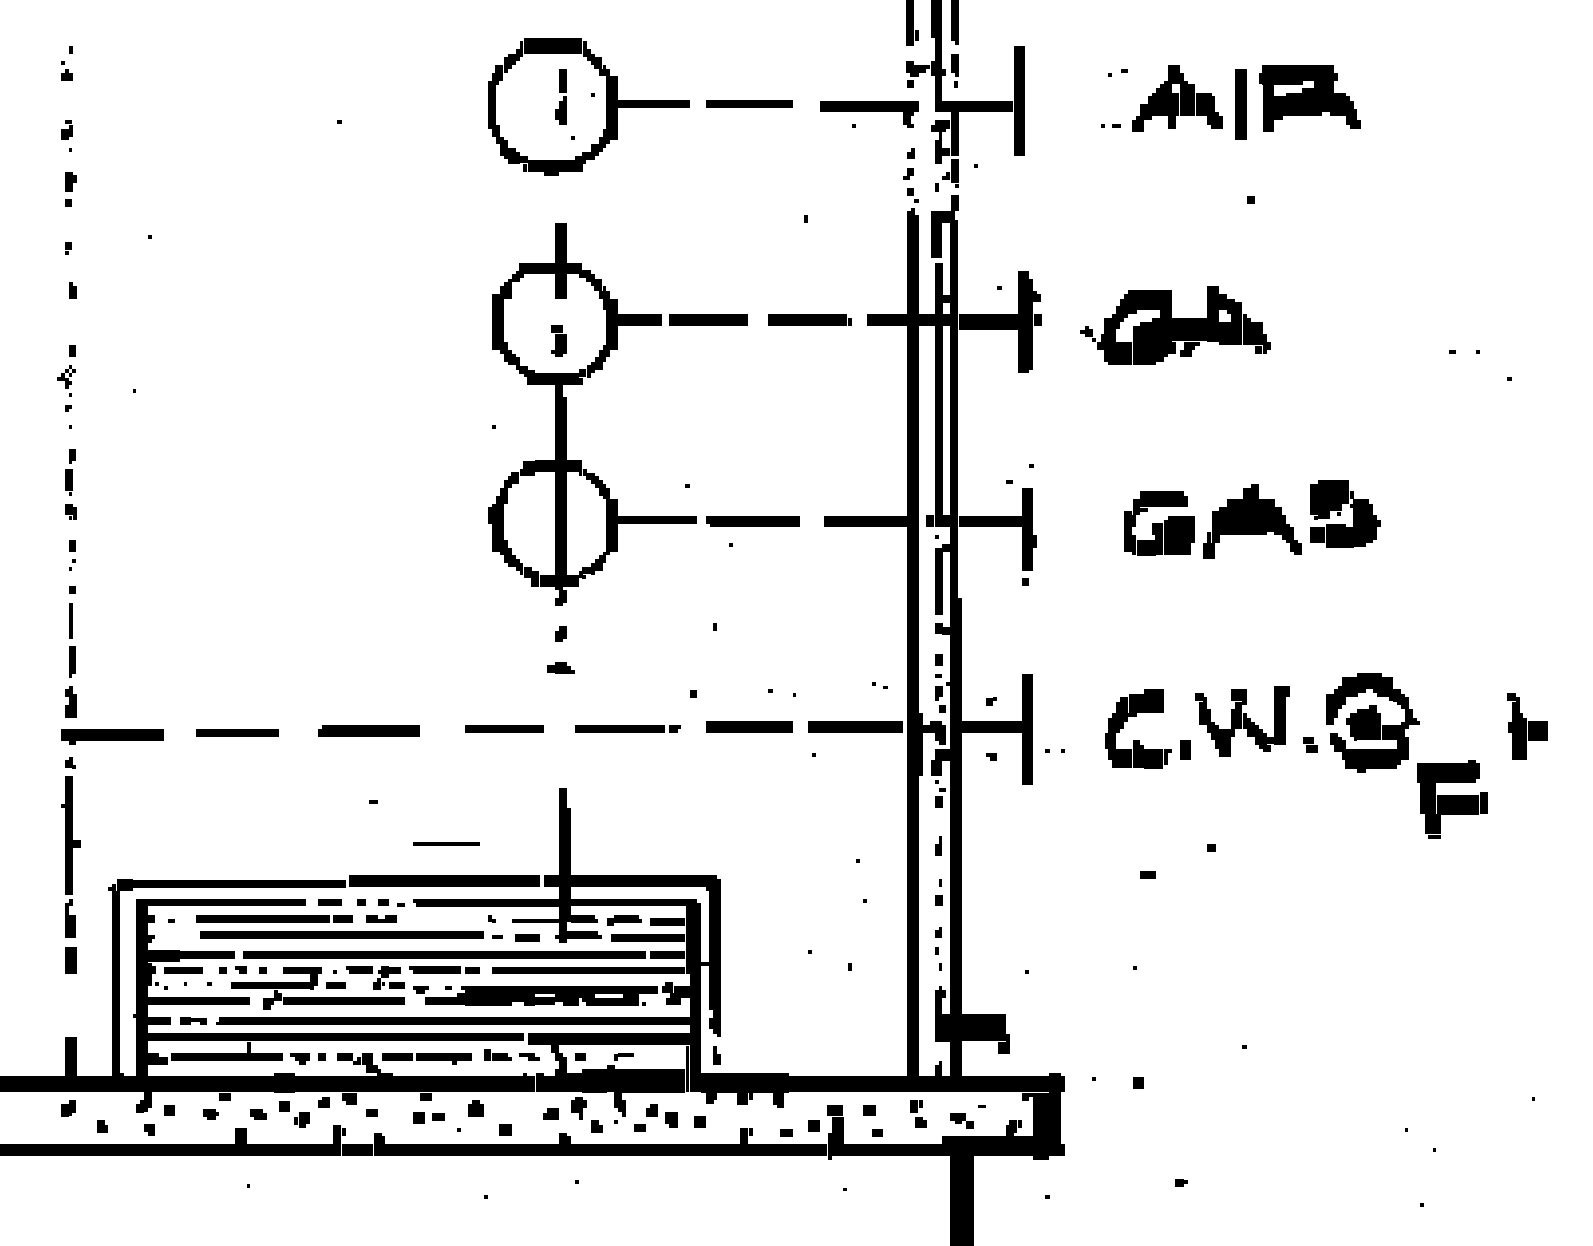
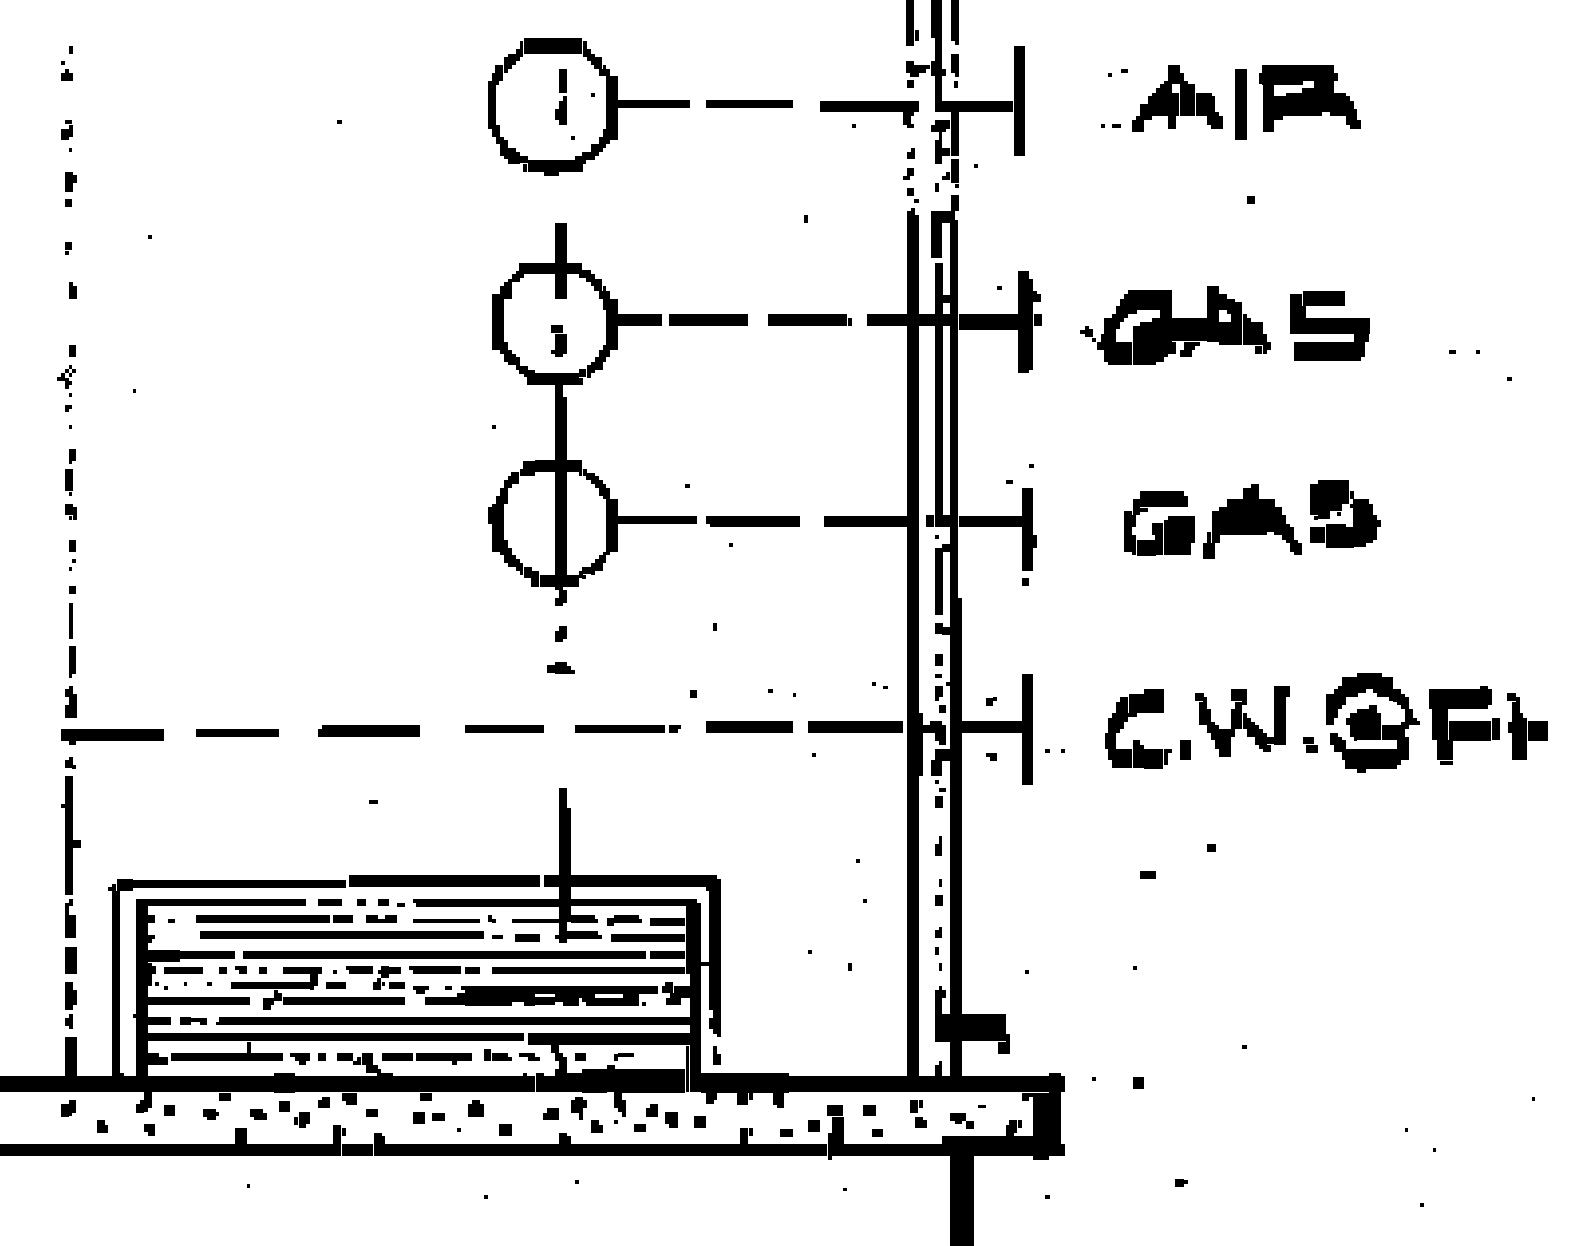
part at (1329, 325): none -> present
part at (1452, 799) position: (1452, 799) -> (1464, 725)
line at (446, 843) position: (446, 843) -> (446, 920)
part at (70, 1005): none -> present
